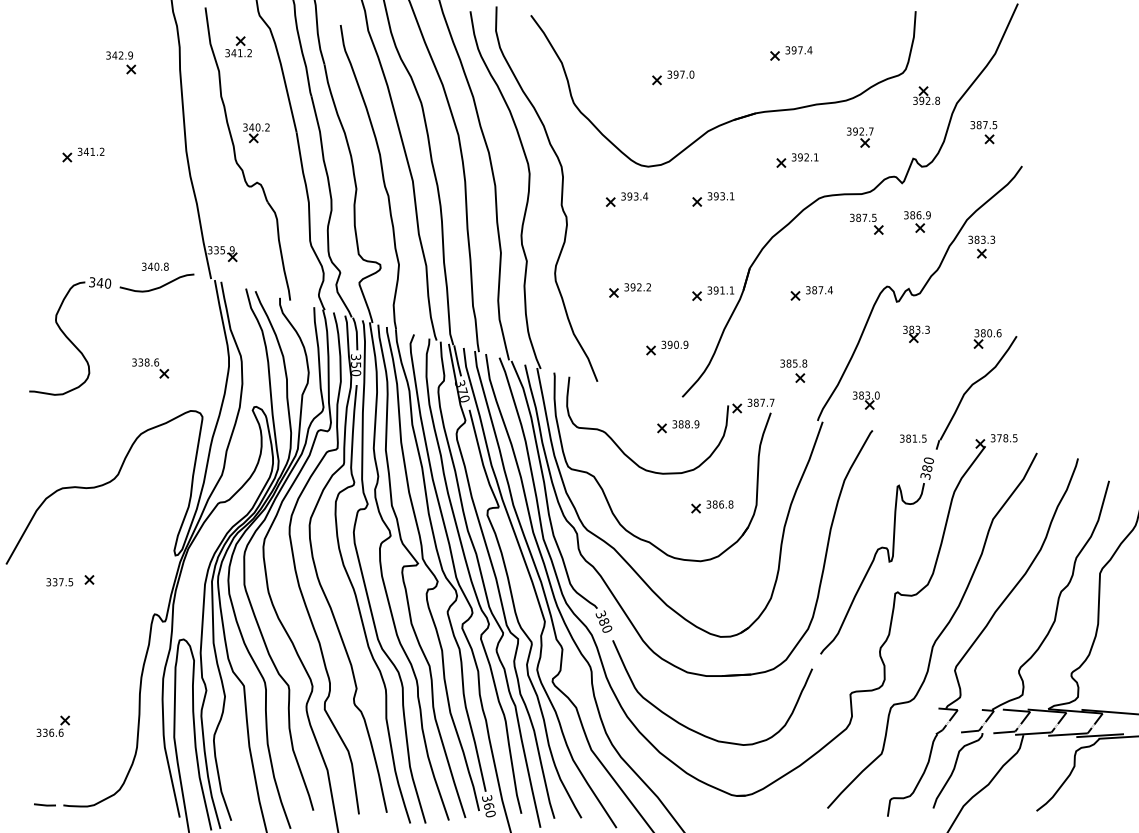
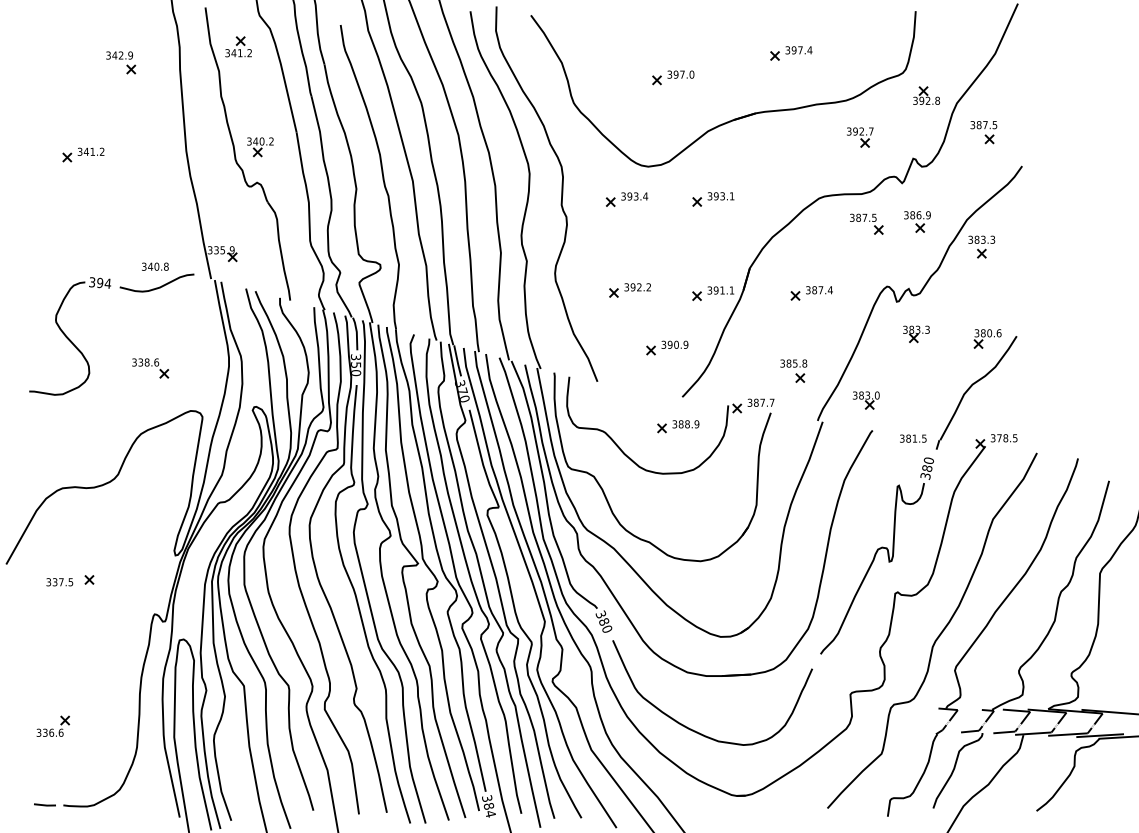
part at (256, 133) position: (256, 133) -> (260, 147)
part at (797, 160): present -> none
text at (103, 282): 340 -> 394
part at (712, 506): present -> none
text at (489, 810): 360 -> 384
